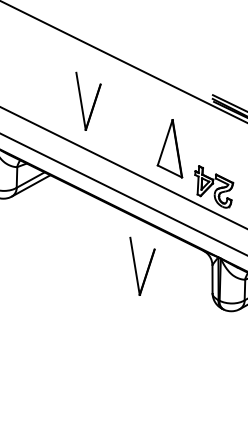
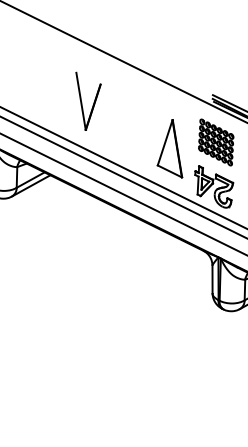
part at (216, 142): none -> present
line at (123, 177): none -> present
part at (142, 265): present -> none
